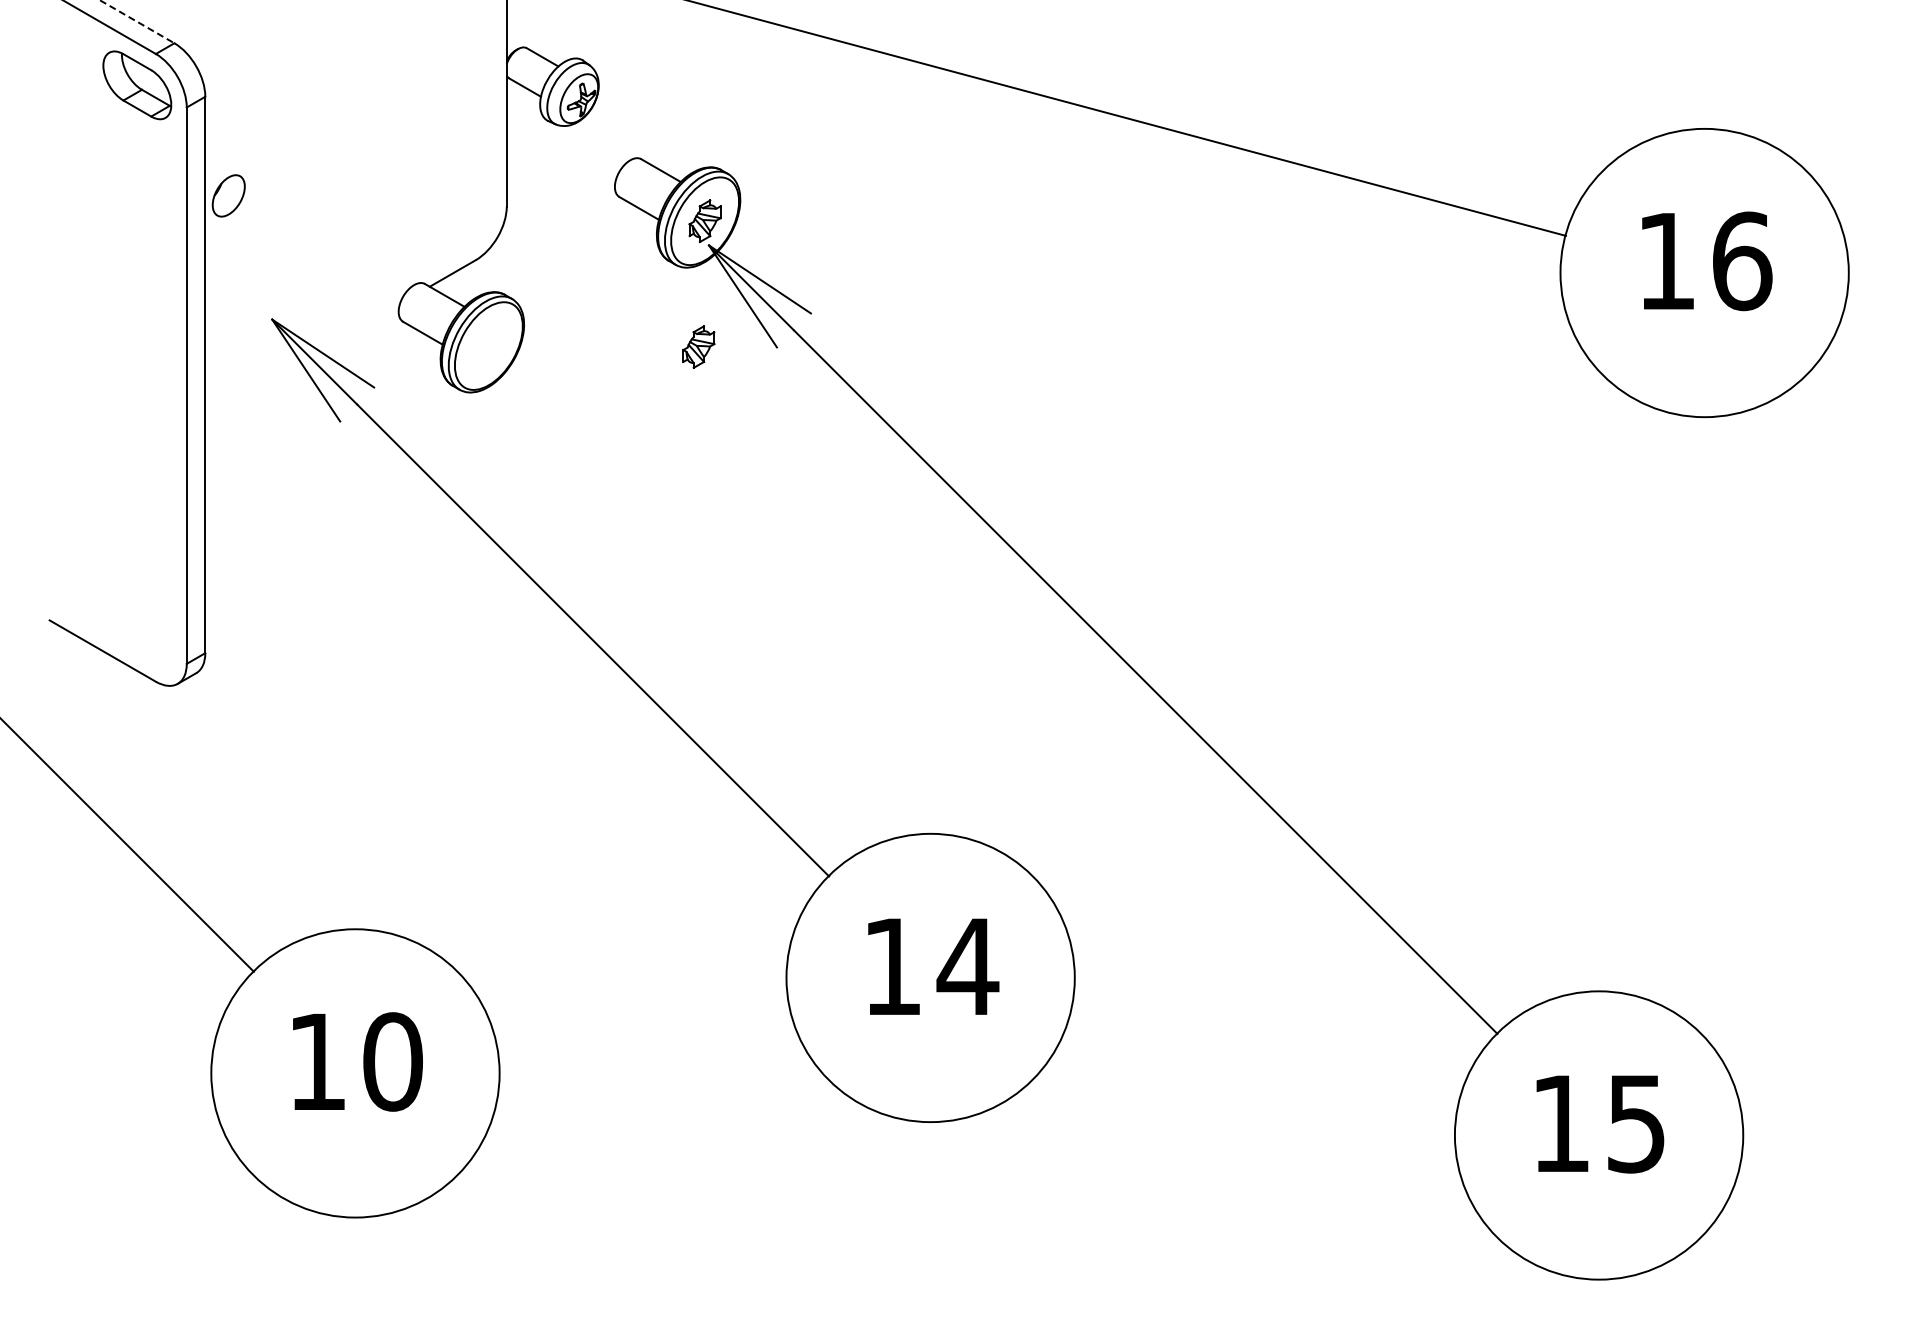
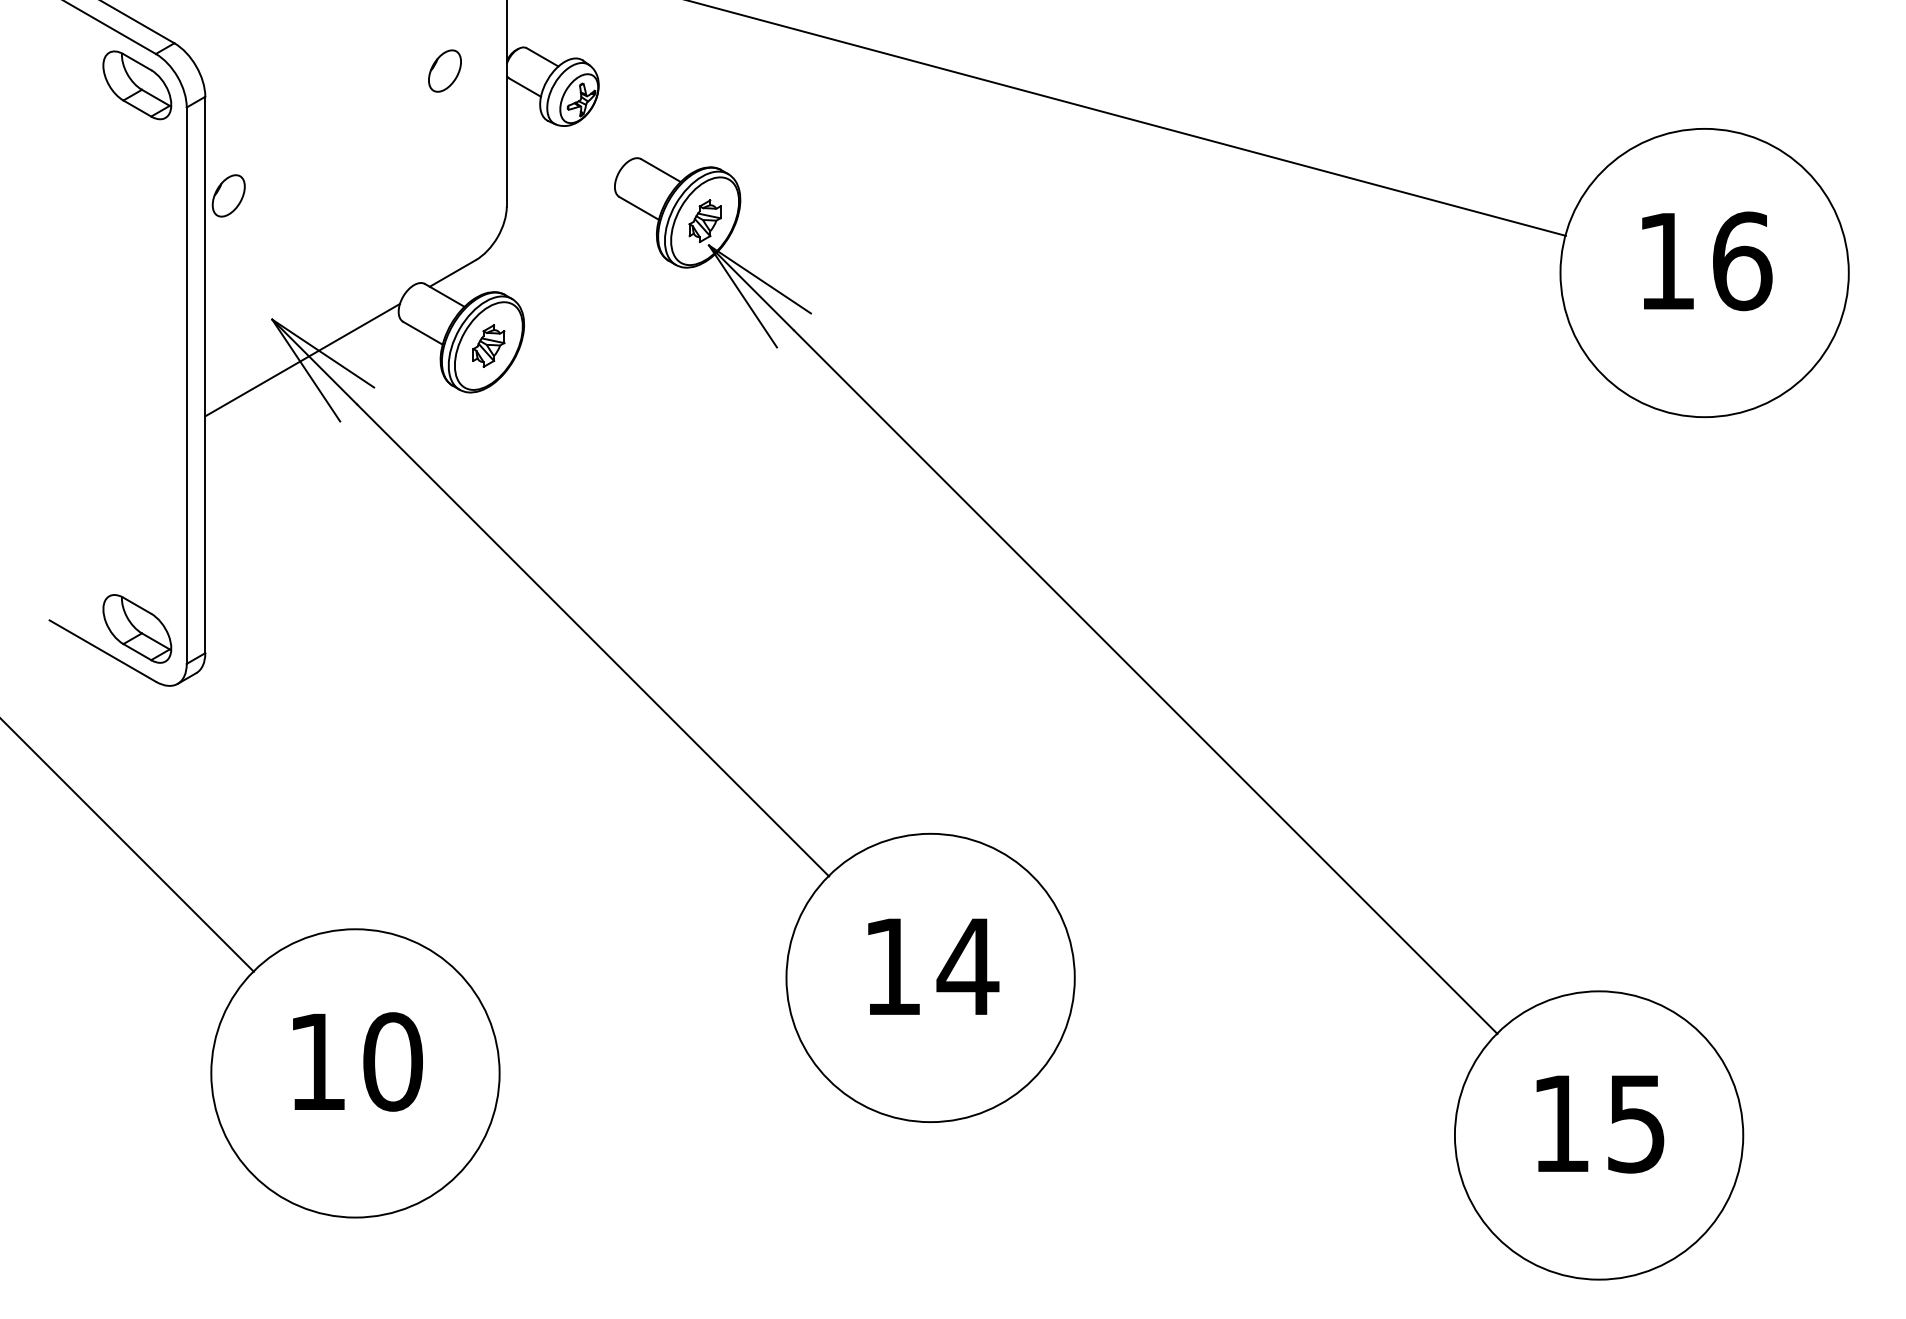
line at (137, 21): dashed -> solid
part at (444, 70): none -> present
part at (698, 346) position: (698, 346) -> (488, 345)
line at (302, 359): none -> present
part at (137, 628): none -> present
